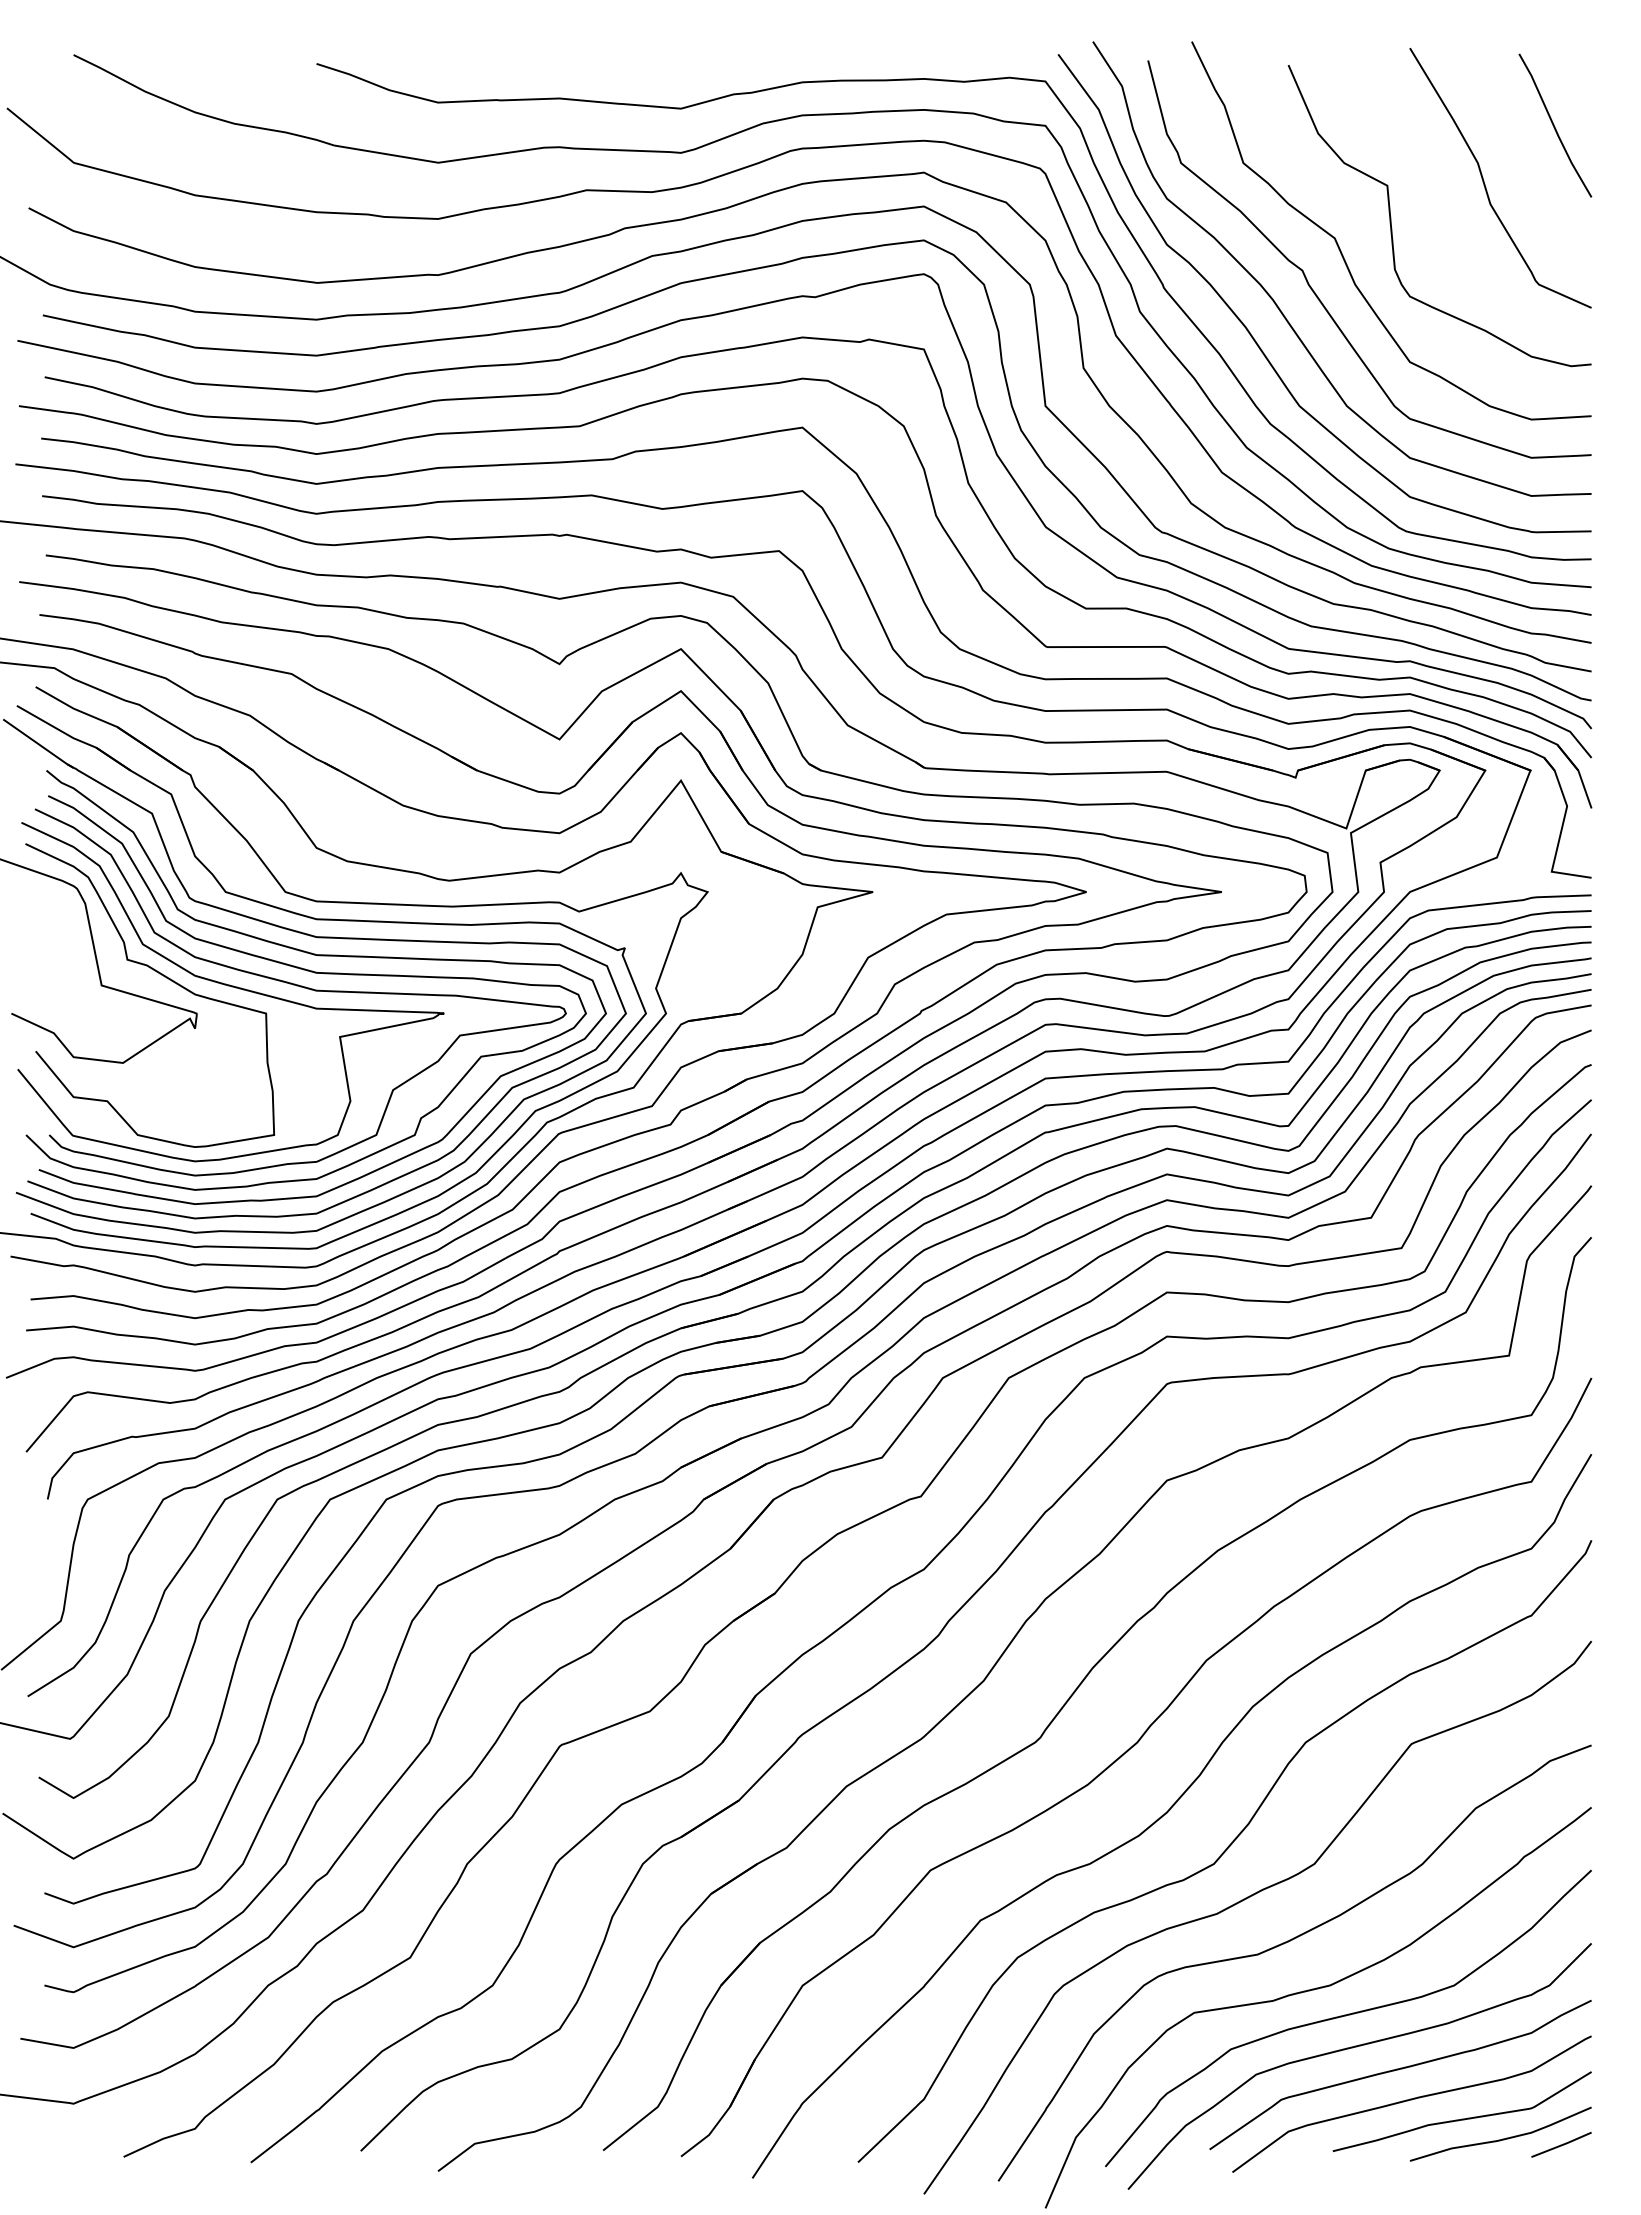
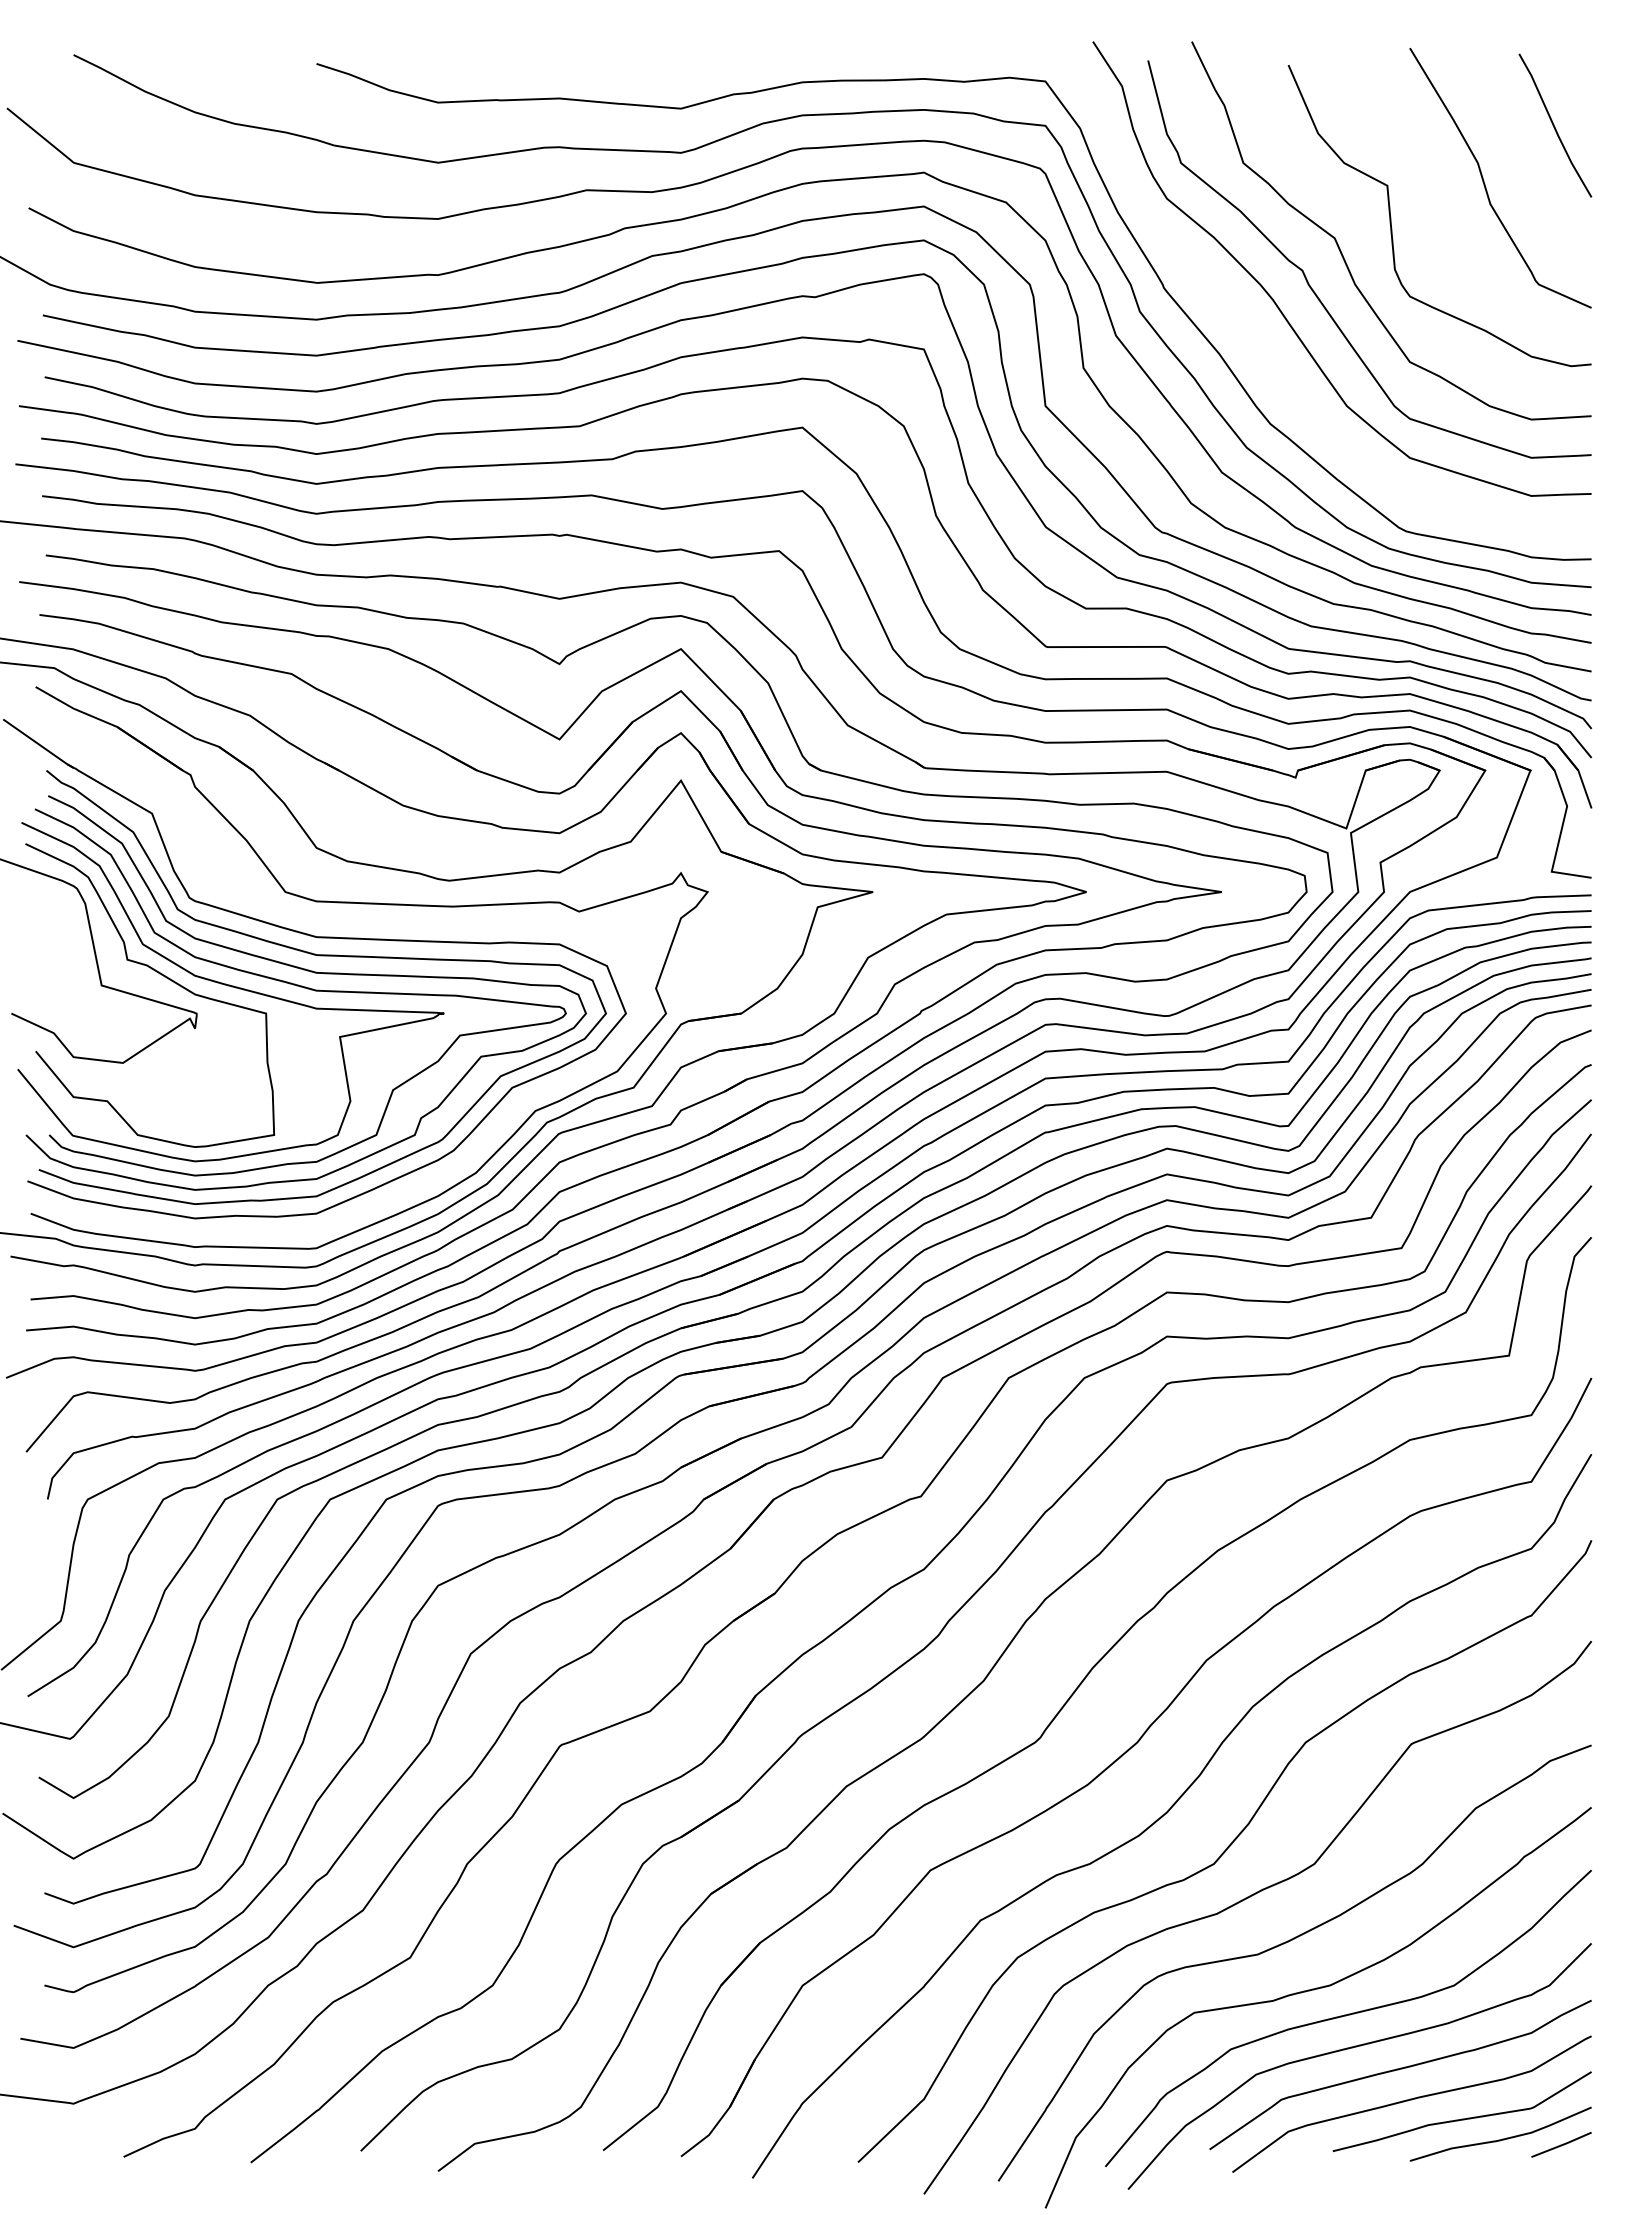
curve at (1255, 339): present -> none
part at (330, 920): present -> none
